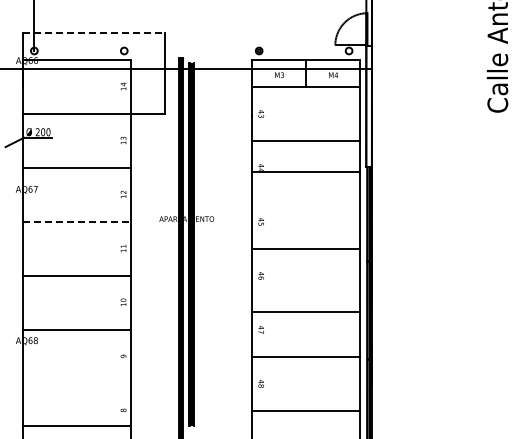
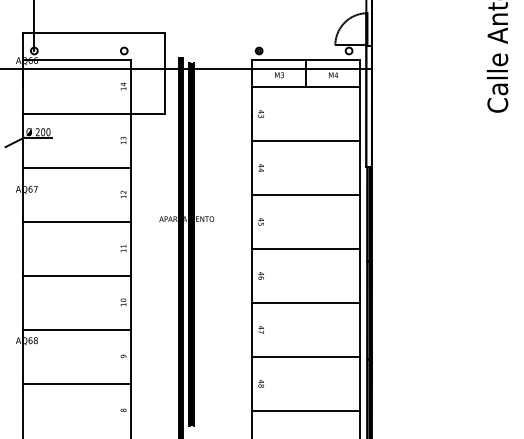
line at (93, 33): dashed -> solid
line at (306, 172) position: (306, 172) -> (306, 195)
line at (77, 222): dashed -> solid
line at (306, 311) position: (306, 311) -> (306, 302)
line at (77, 425) position: (77, 425) -> (77, 383)
